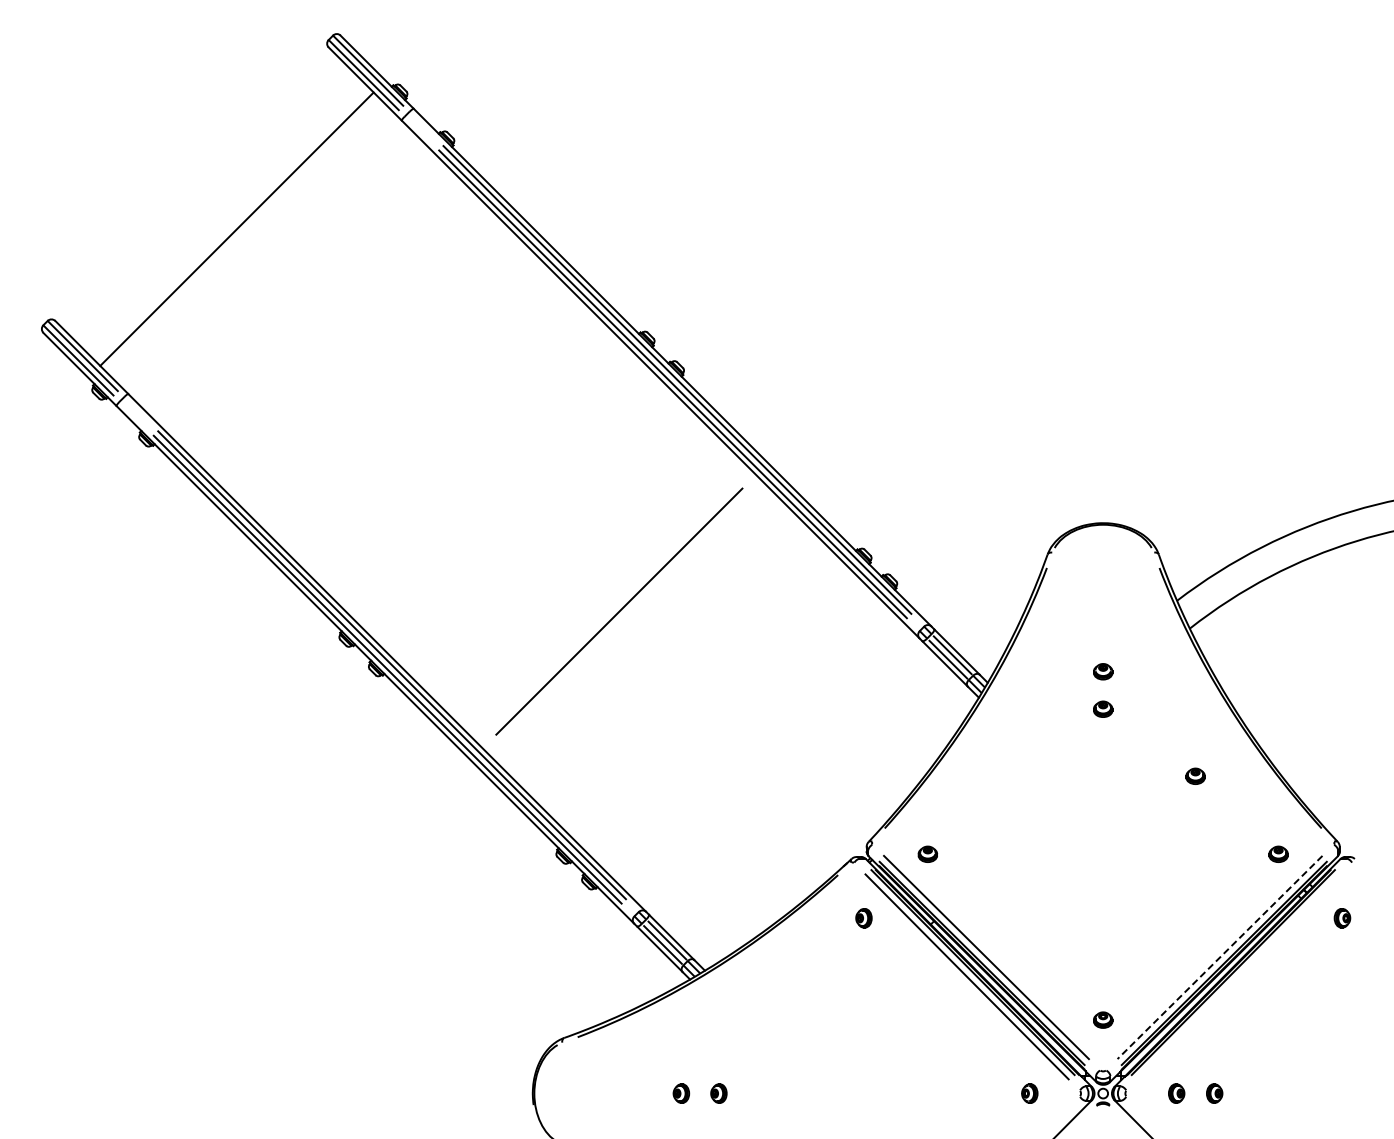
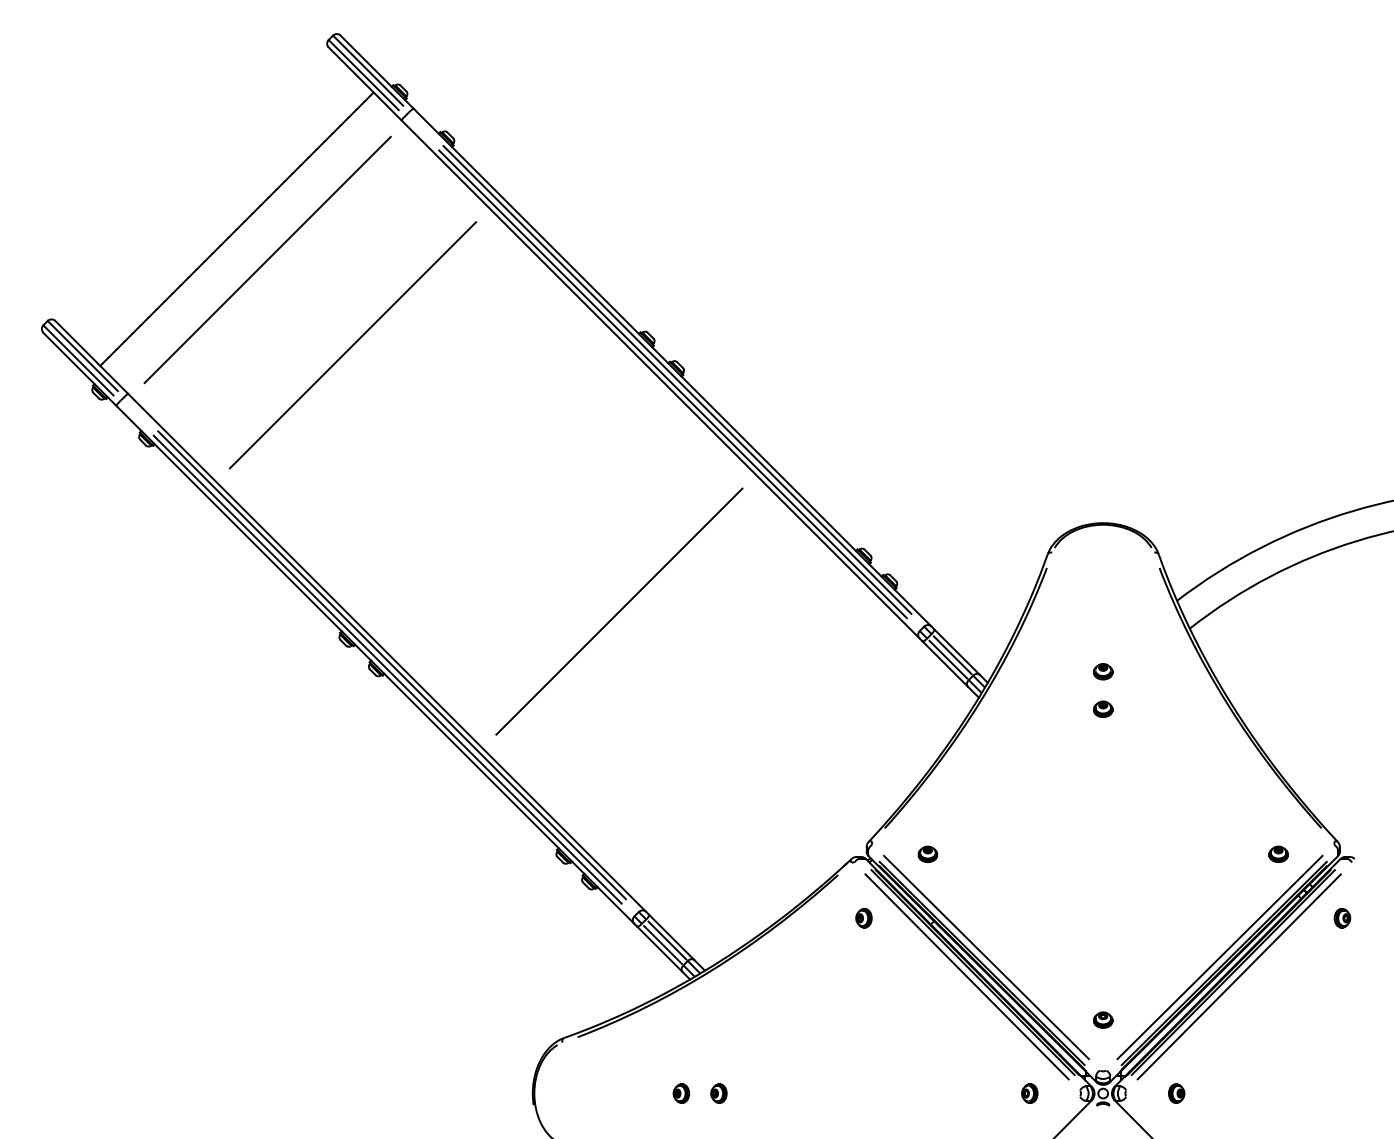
line at (267, 259): none -> present
line at (352, 345): none -> present
part at (1195, 775): present -> none
line at (1219, 957): dashed -> solid
line at (1238, 976): none -> present
part at (1214, 1093): present -> none
